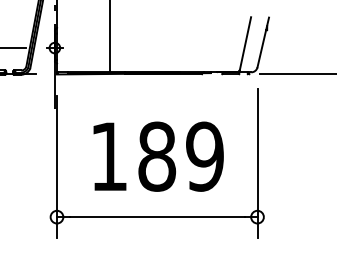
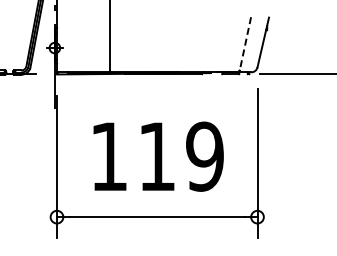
line at (245, 43): solid -> dashed
line at (13, 48): present -> none
text at (157, 156): 189 -> 119
